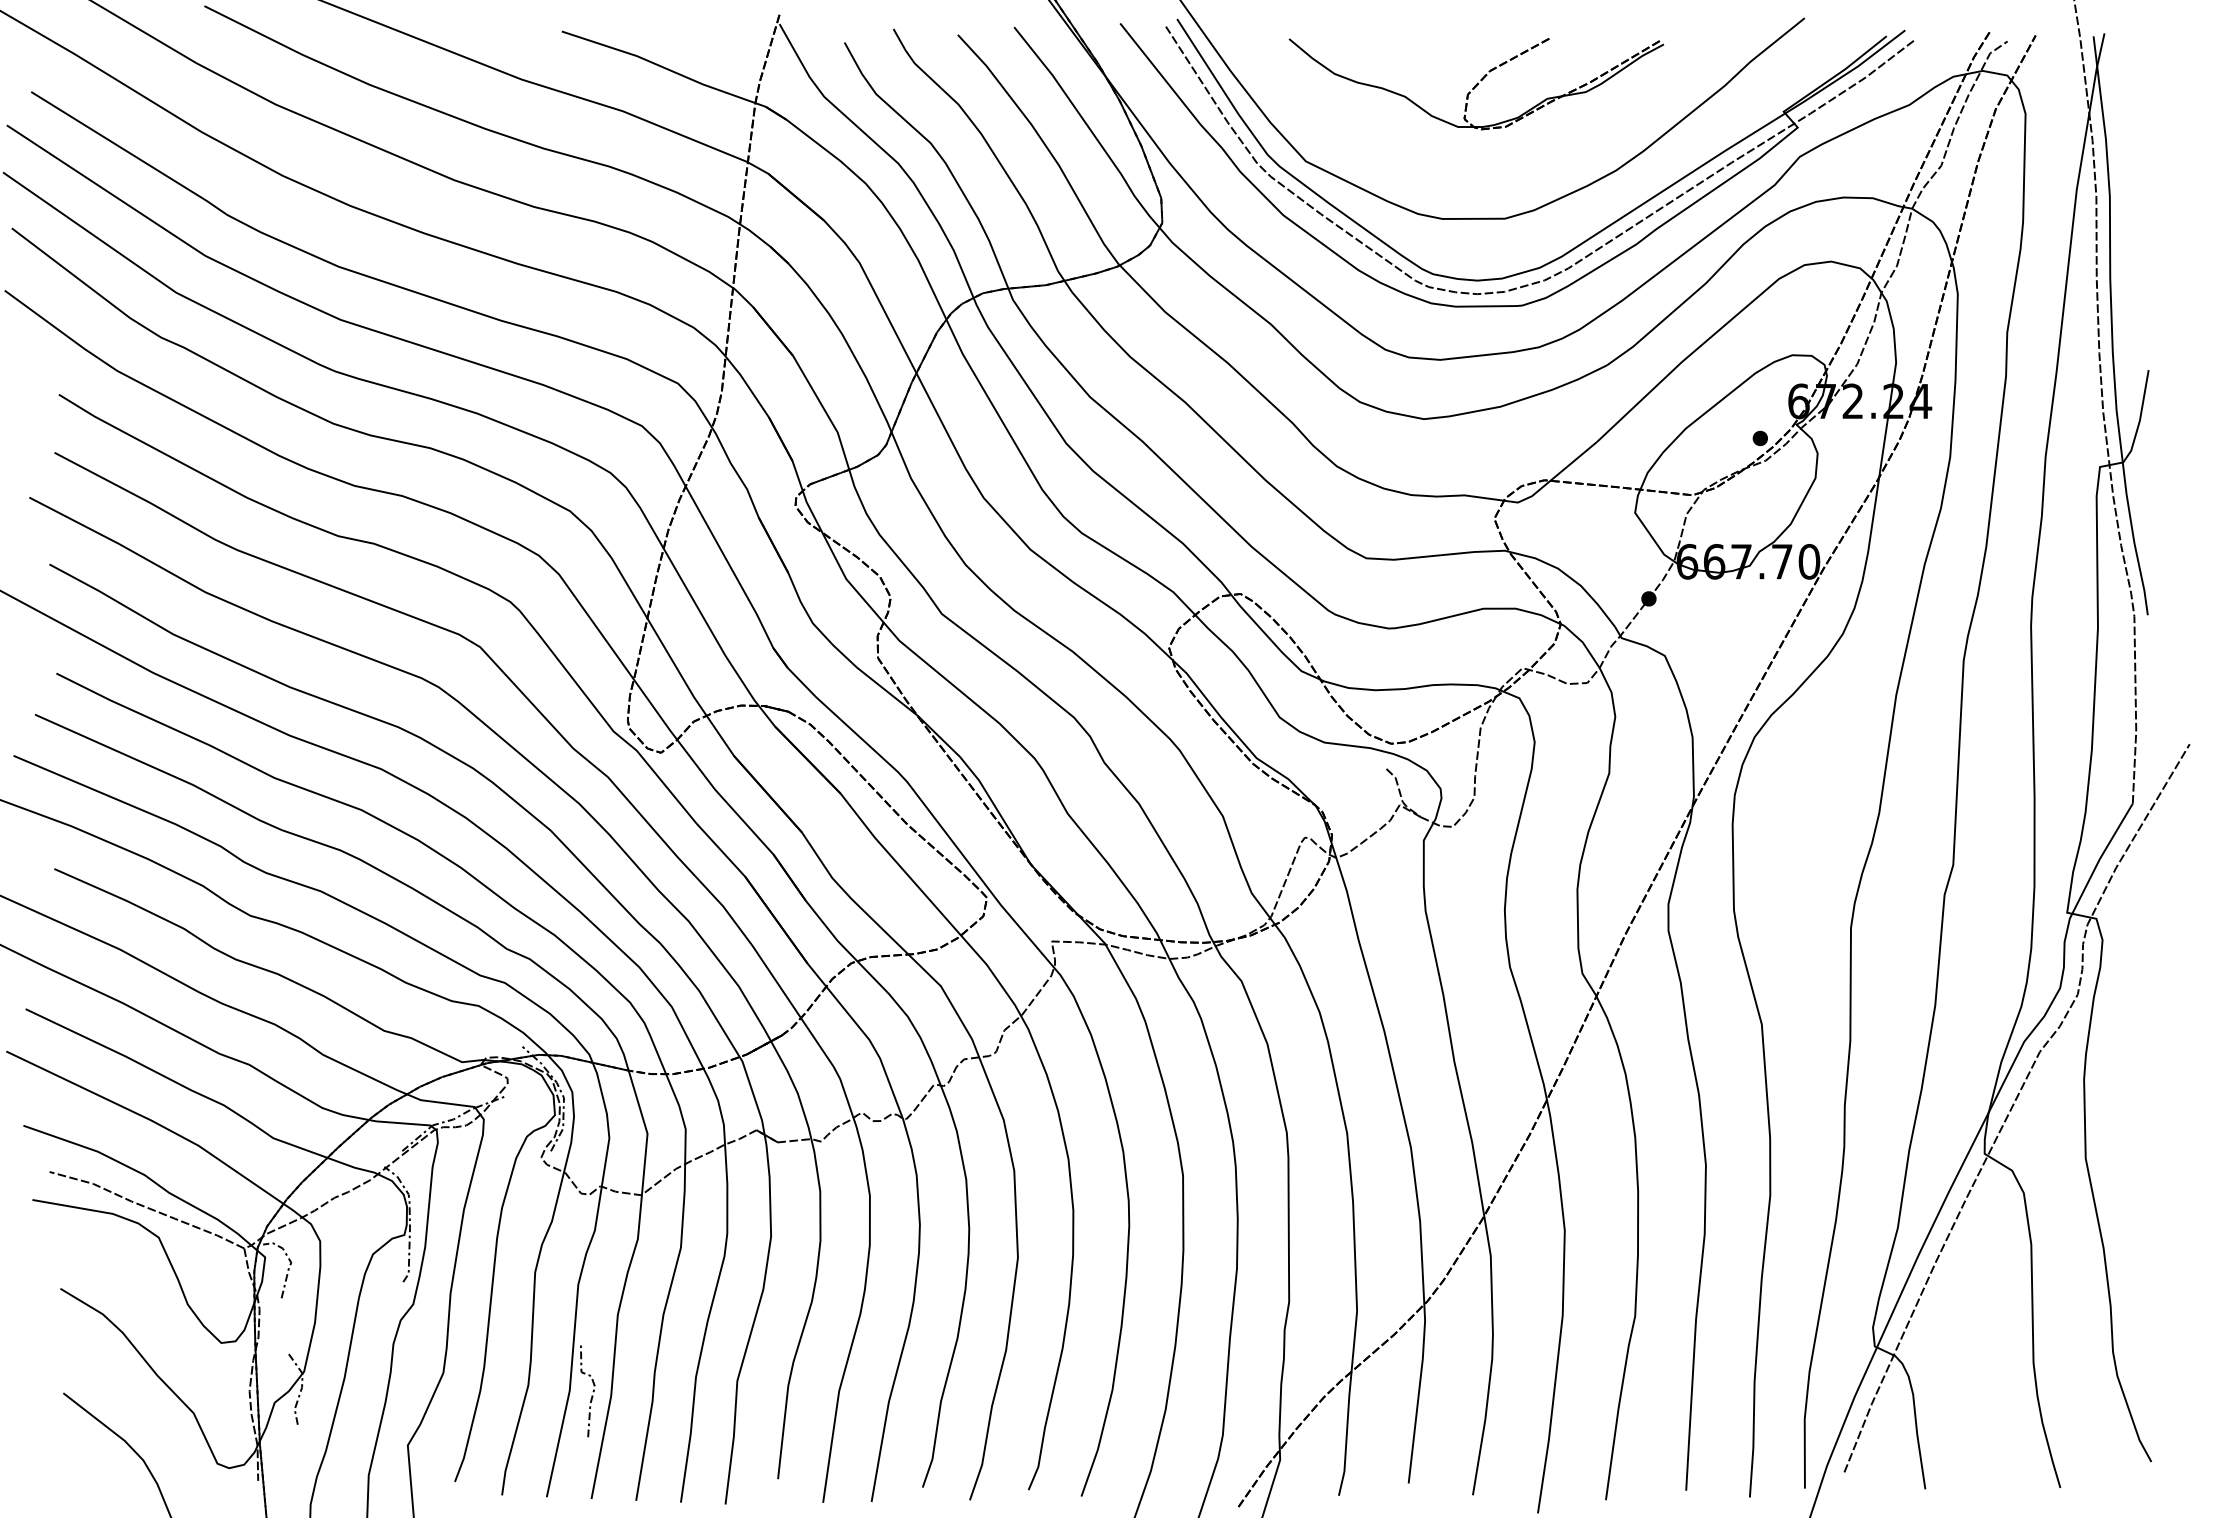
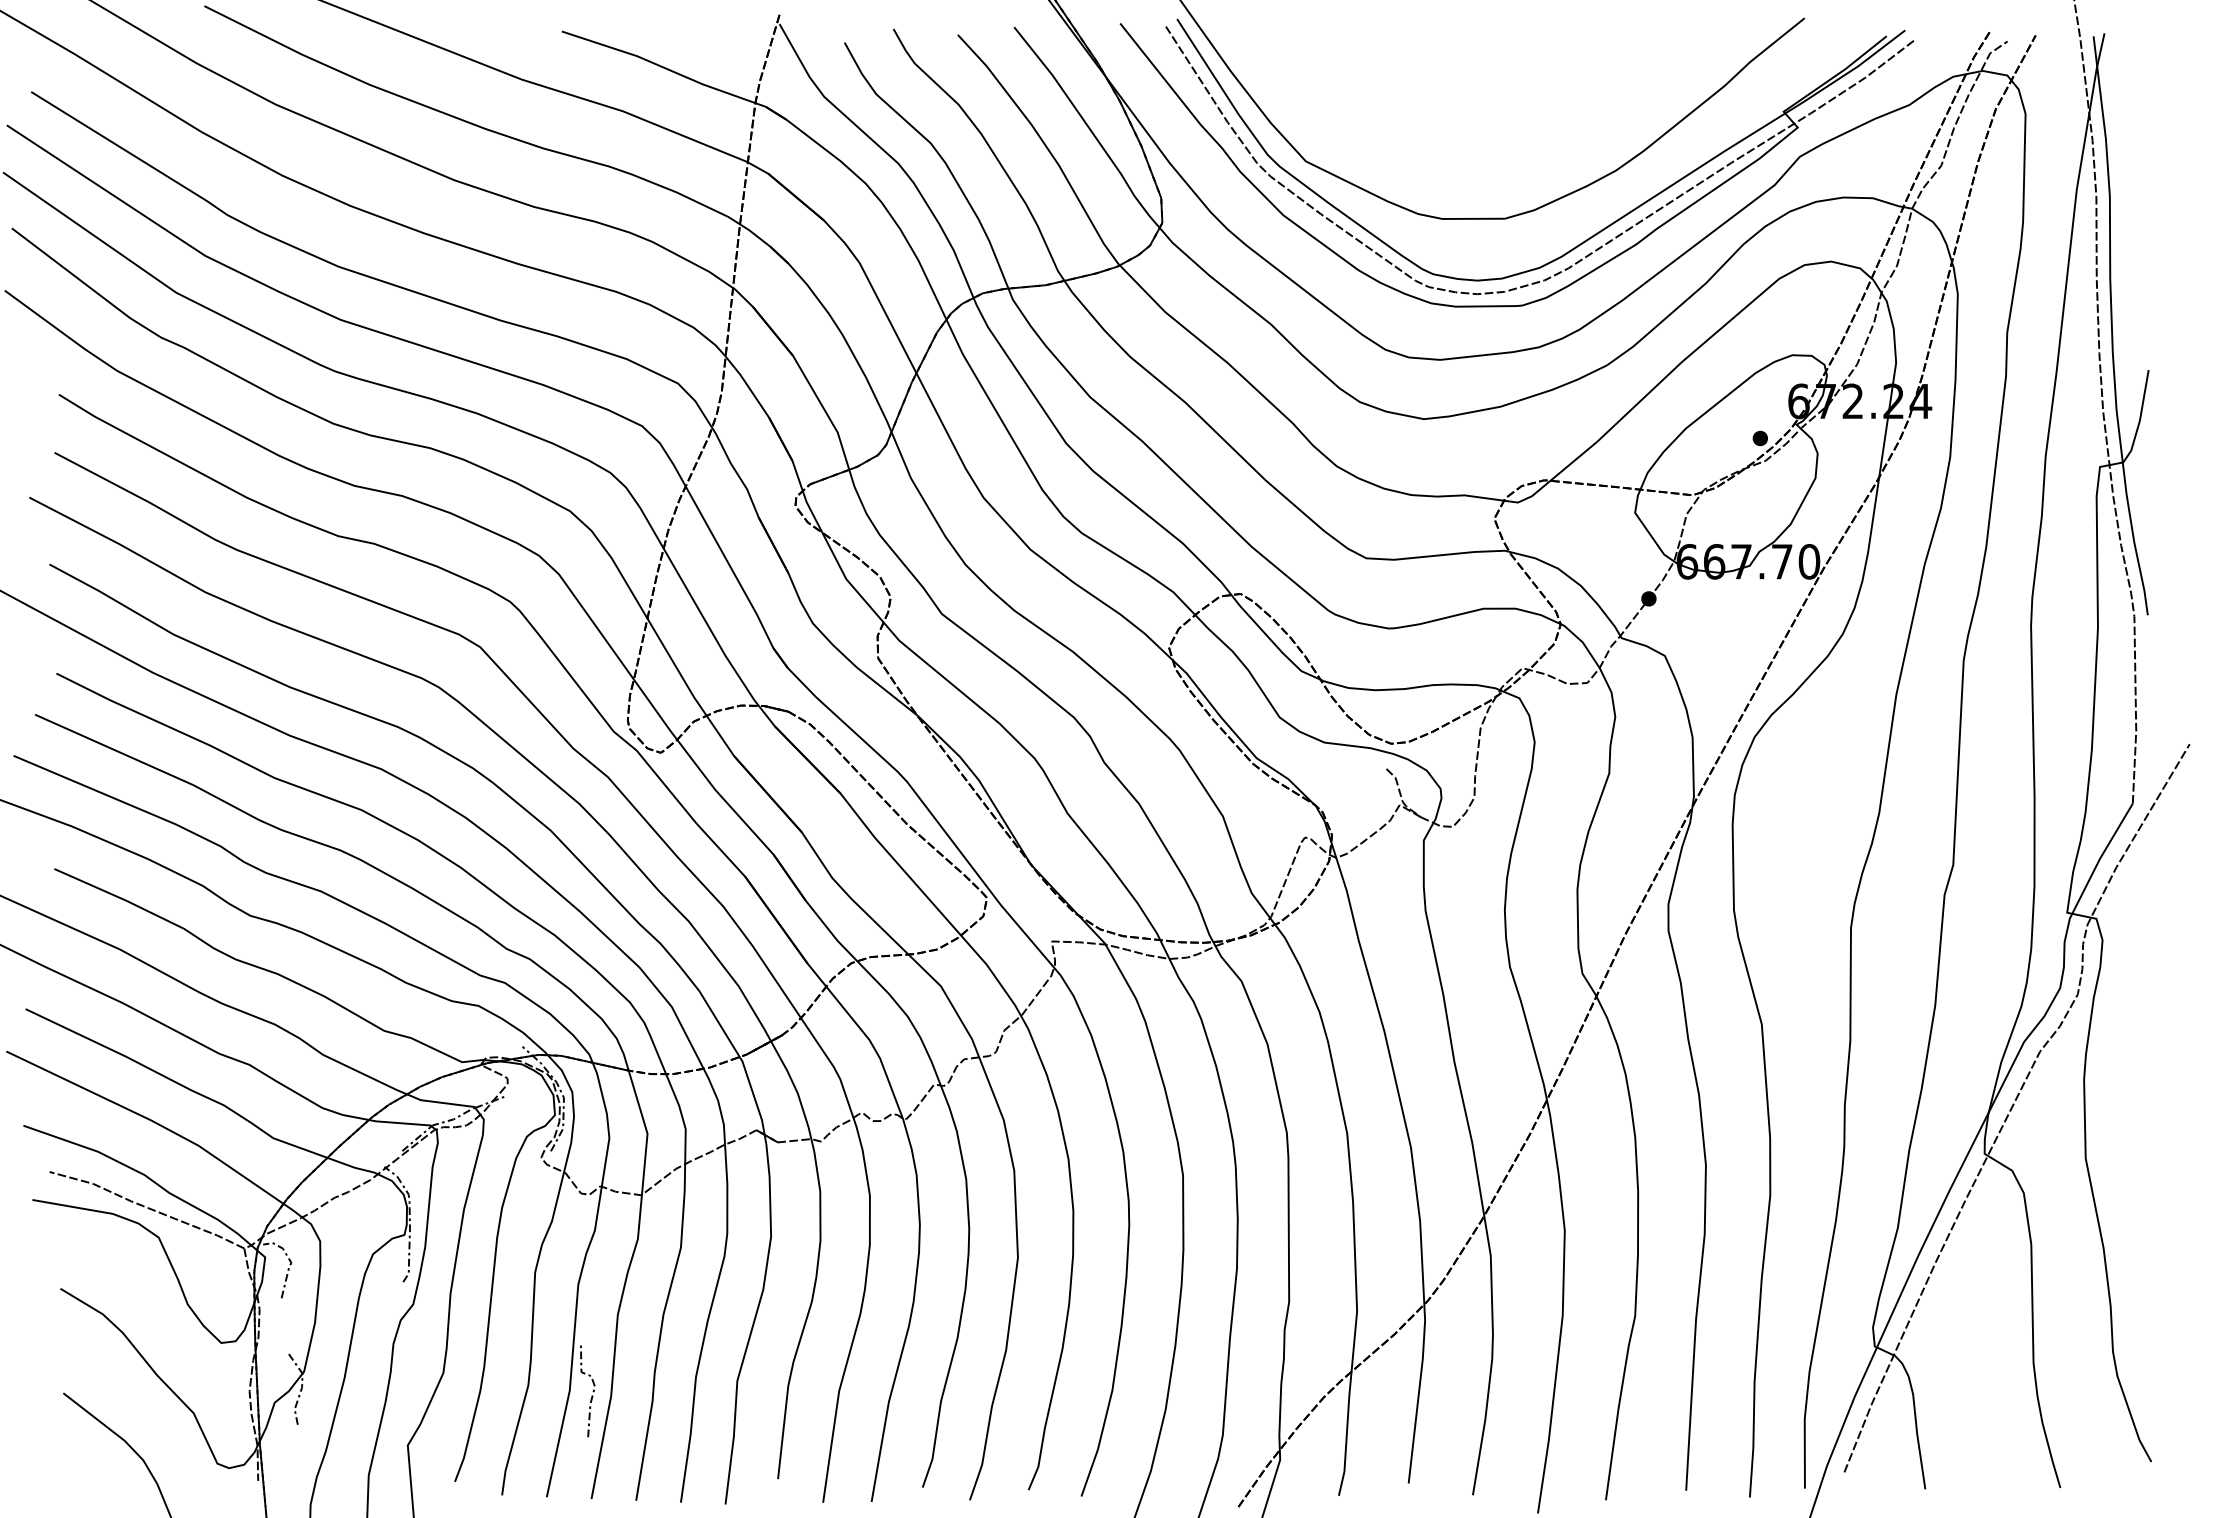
part at (1476, 84): present -> none
